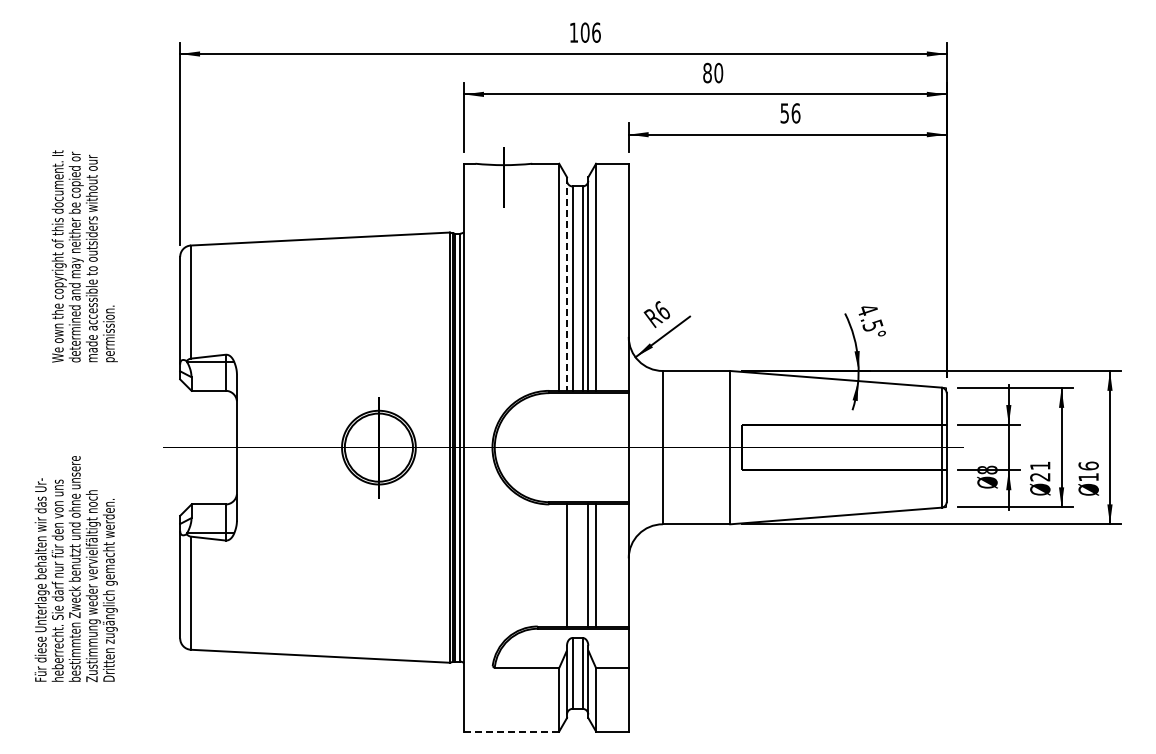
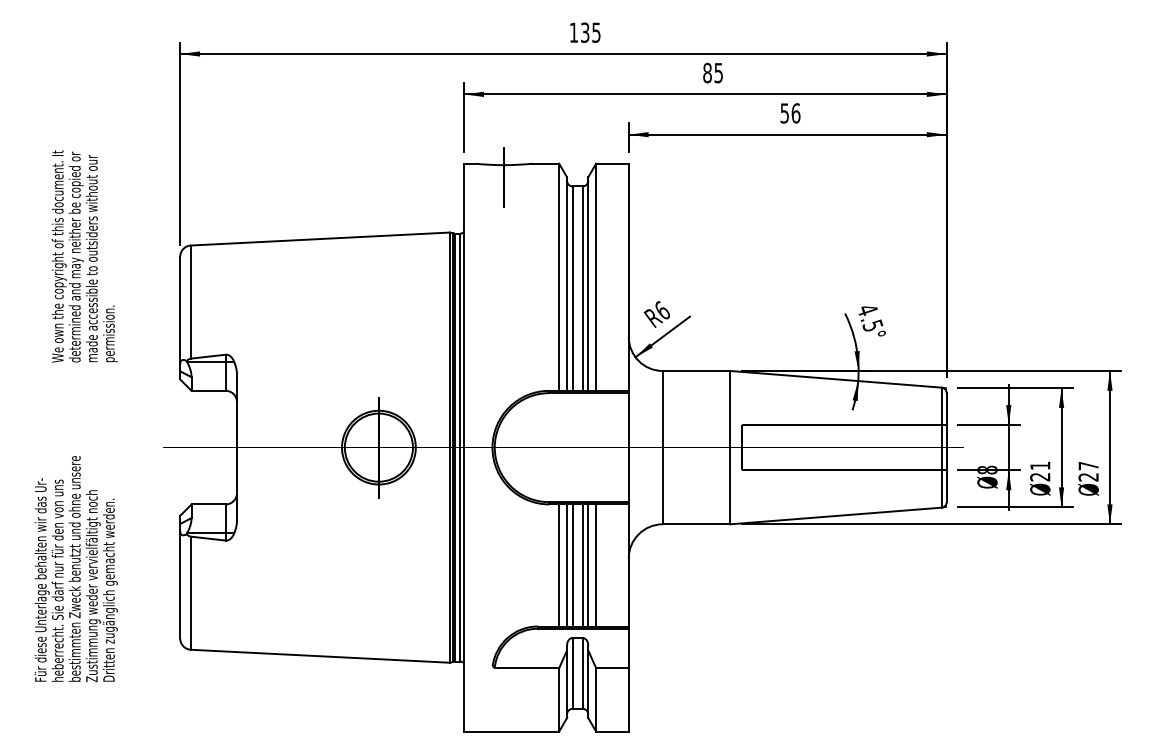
text at (590, 32): 106 -> 135
text at (718, 72): 80 -> 85
line at (567, 284): dashed -> solid
text at (1088, 471): 16 -> 27
line at (559, 565): none -> present
line at (572, 565): none -> present
line at (582, 565): none -> present
line at (511, 731): dashed -> solid
